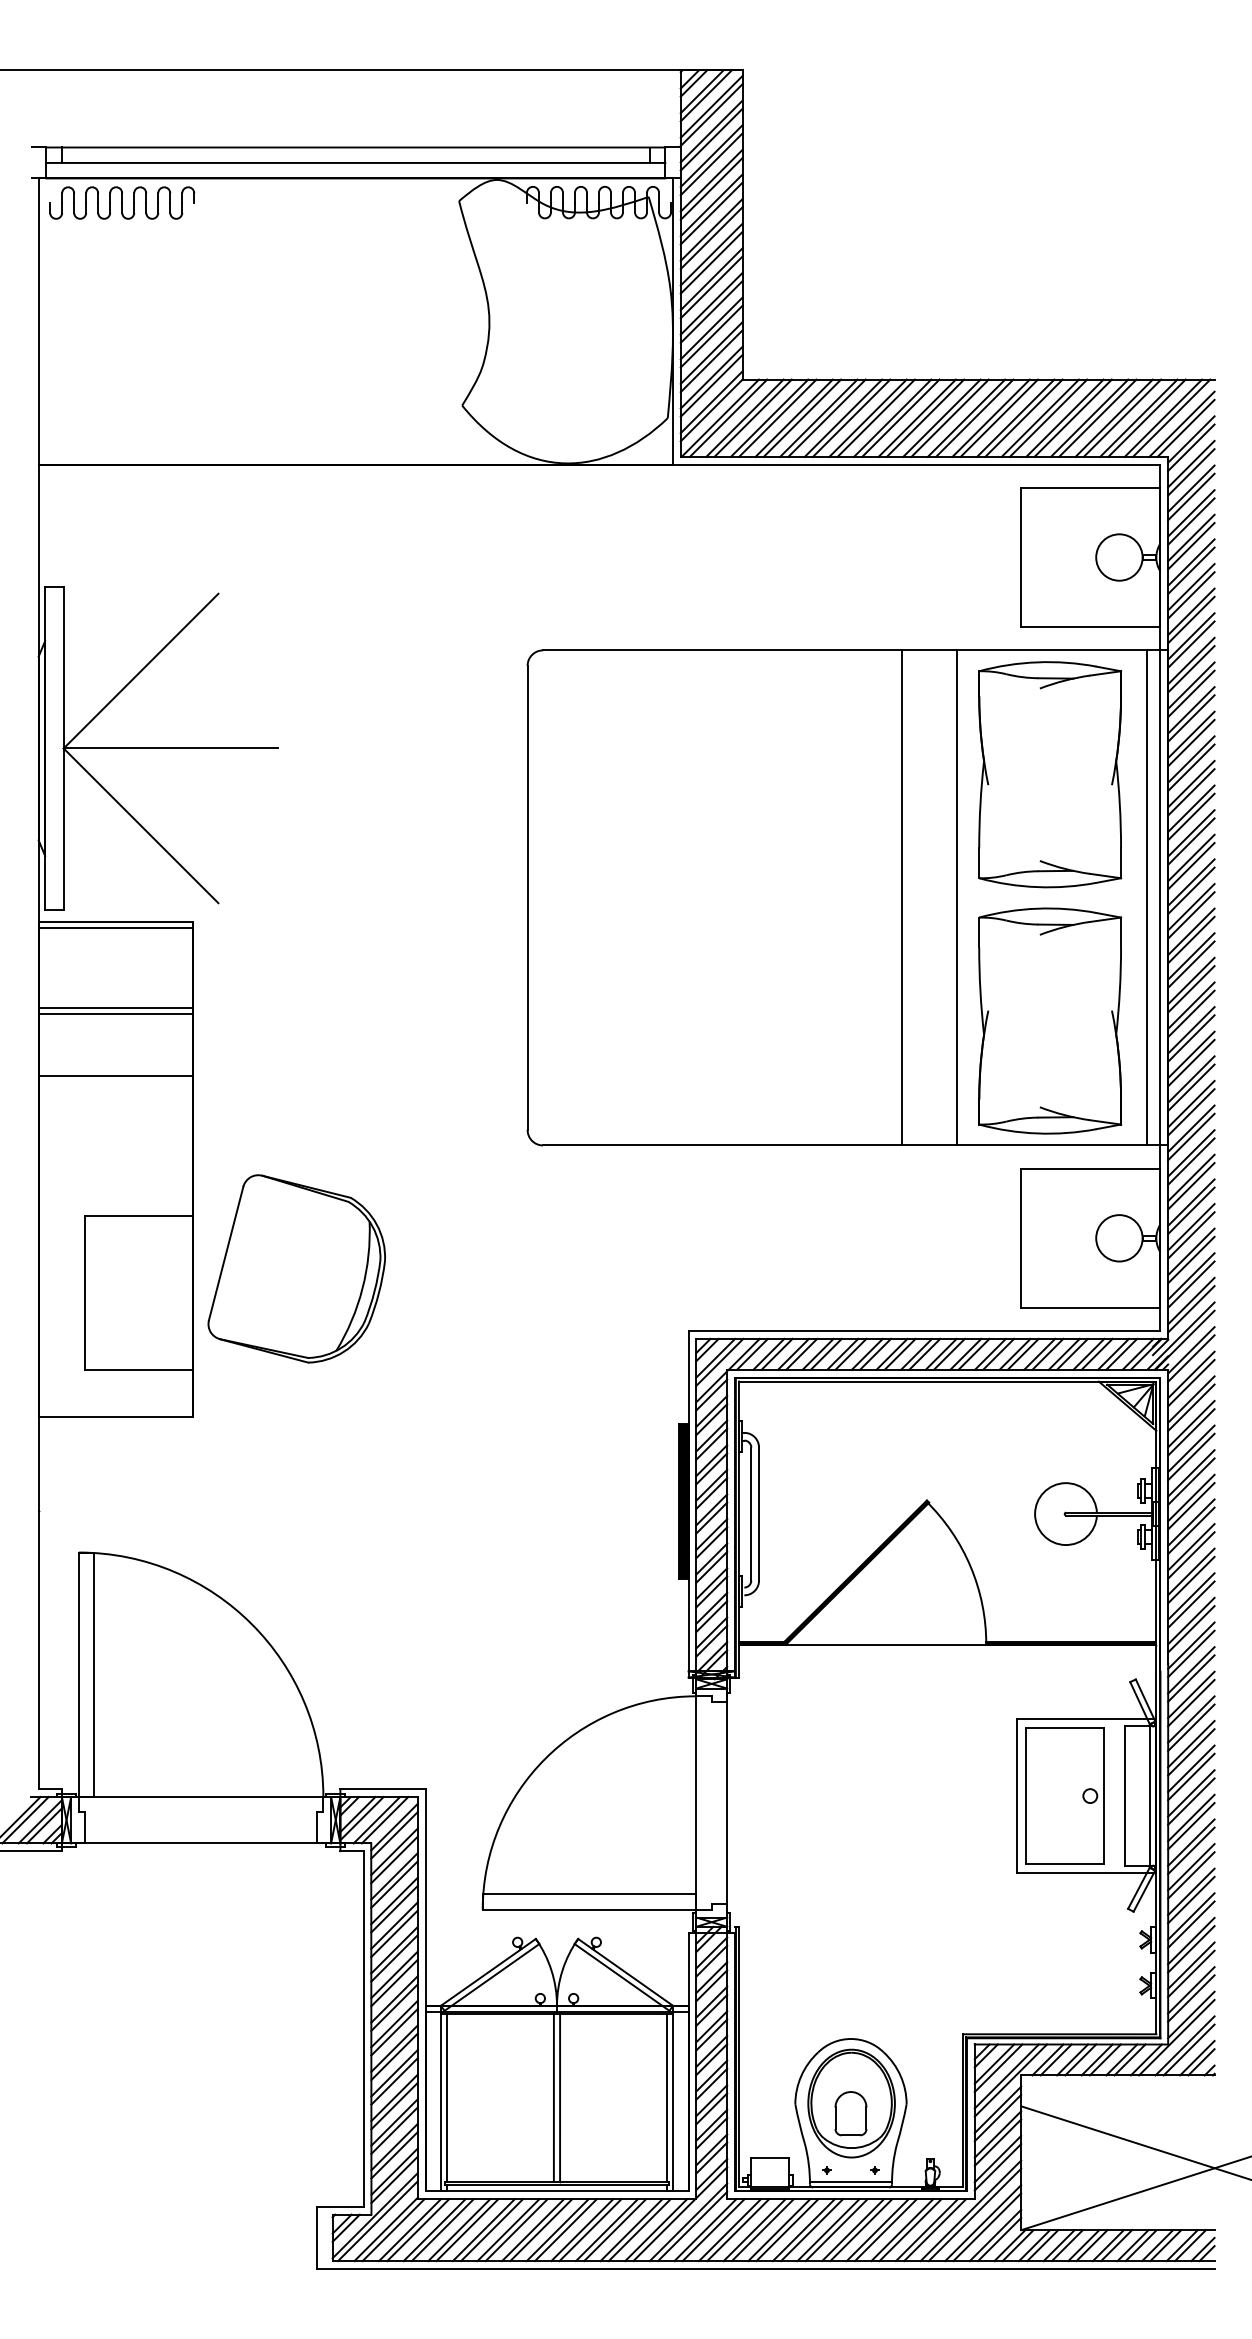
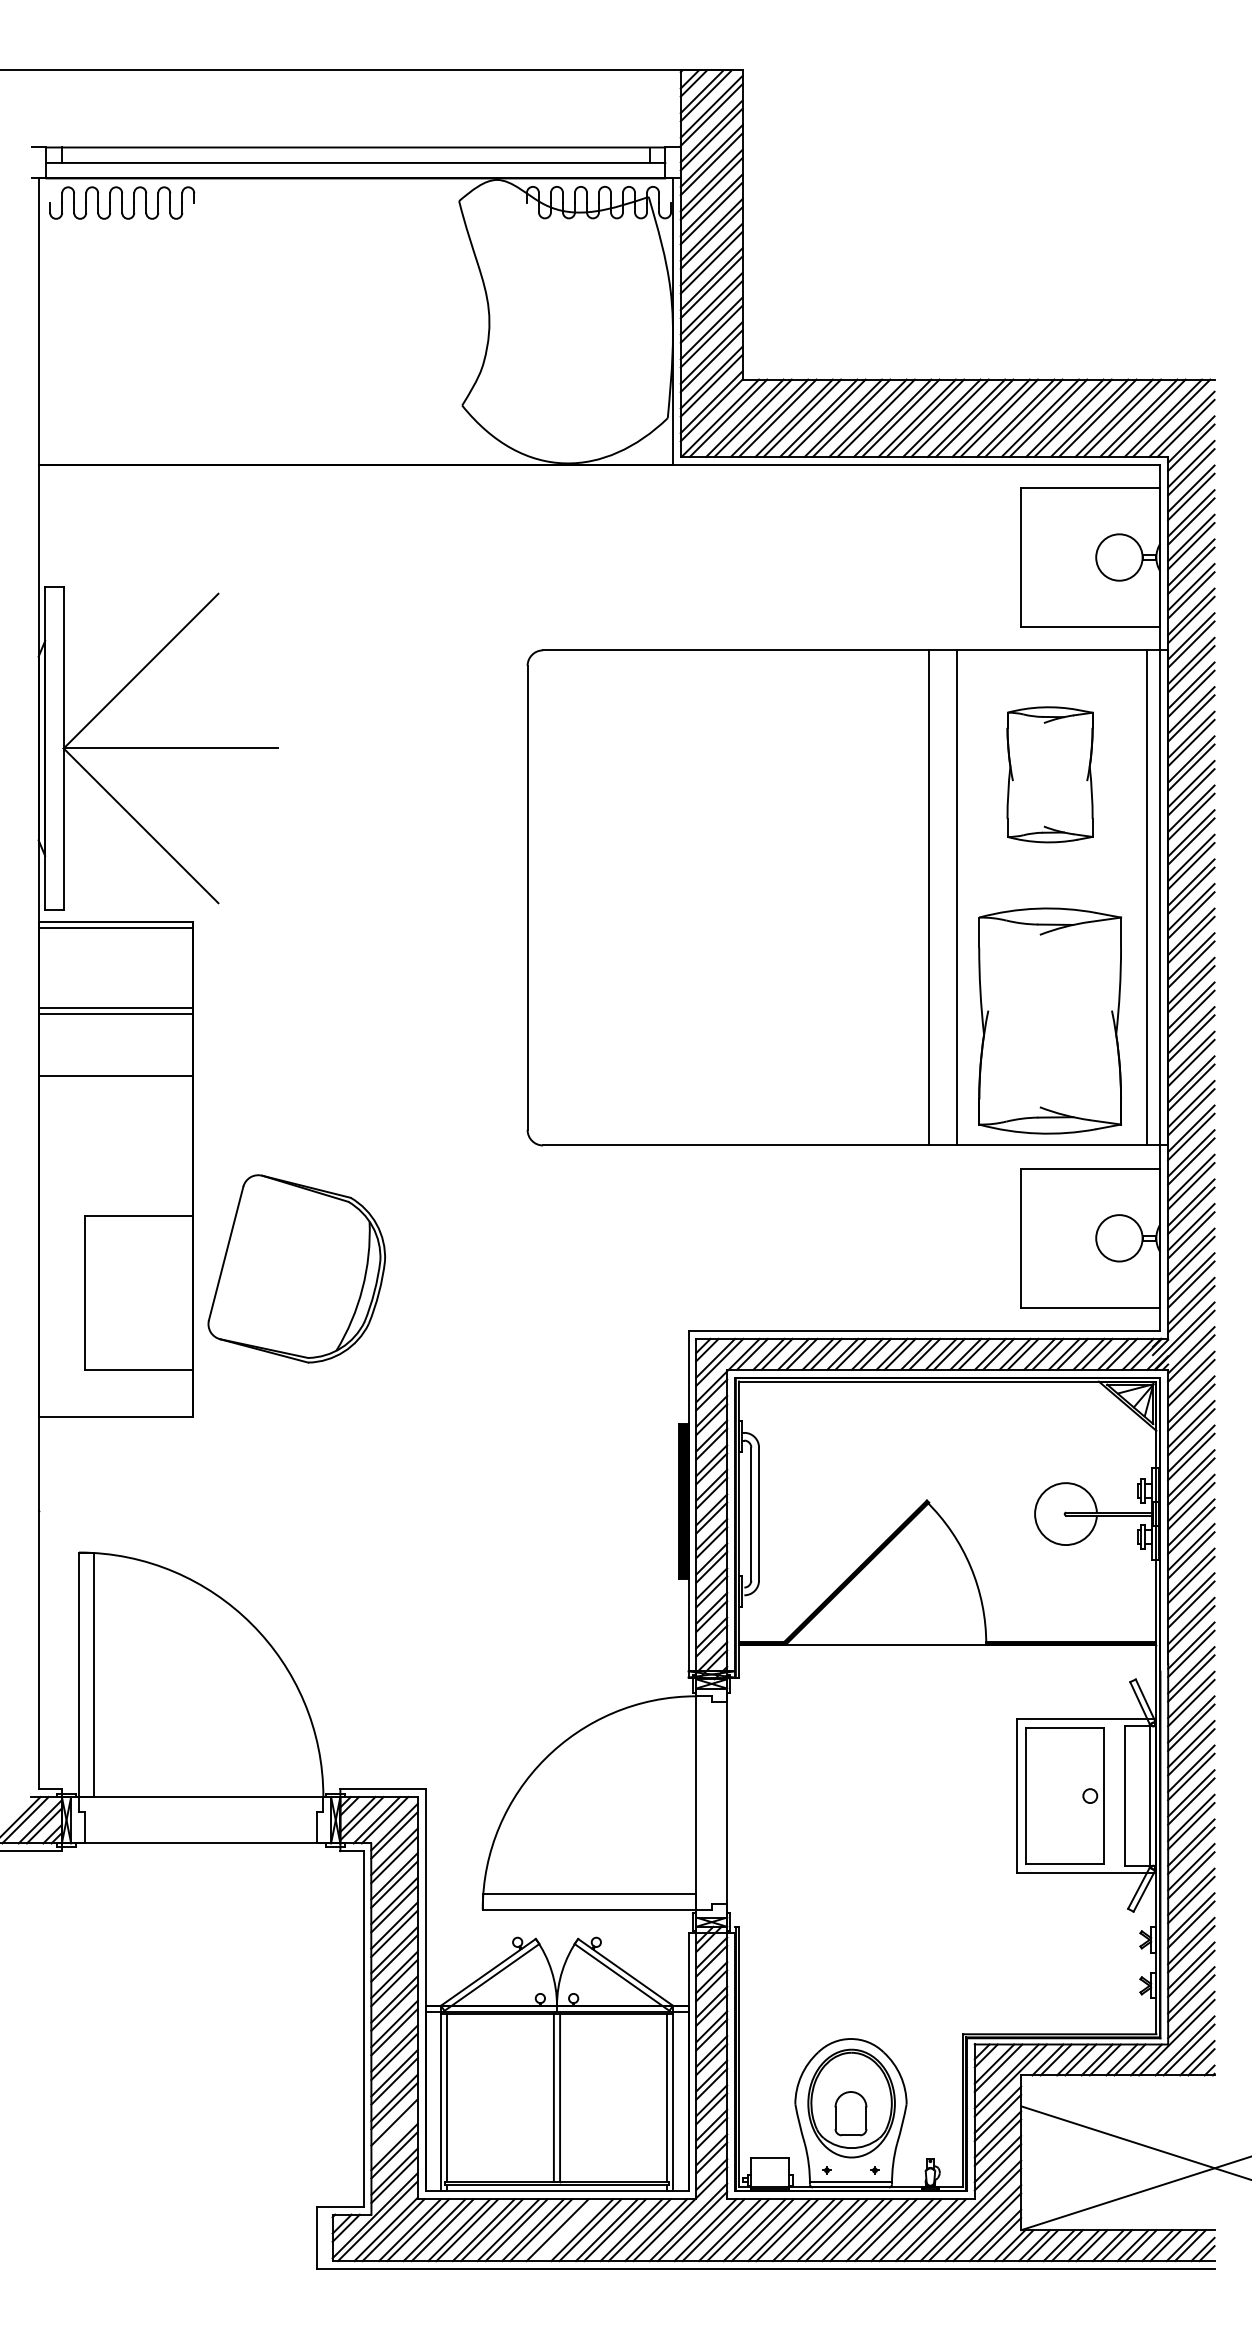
part at (1049, 774) size: 144x228 px -> 88x138 px
line at (902, 897) position: (902, 897) -> (929, 897)
line at (394, 2130): present -> none
line at (565, 2230): present -> none
